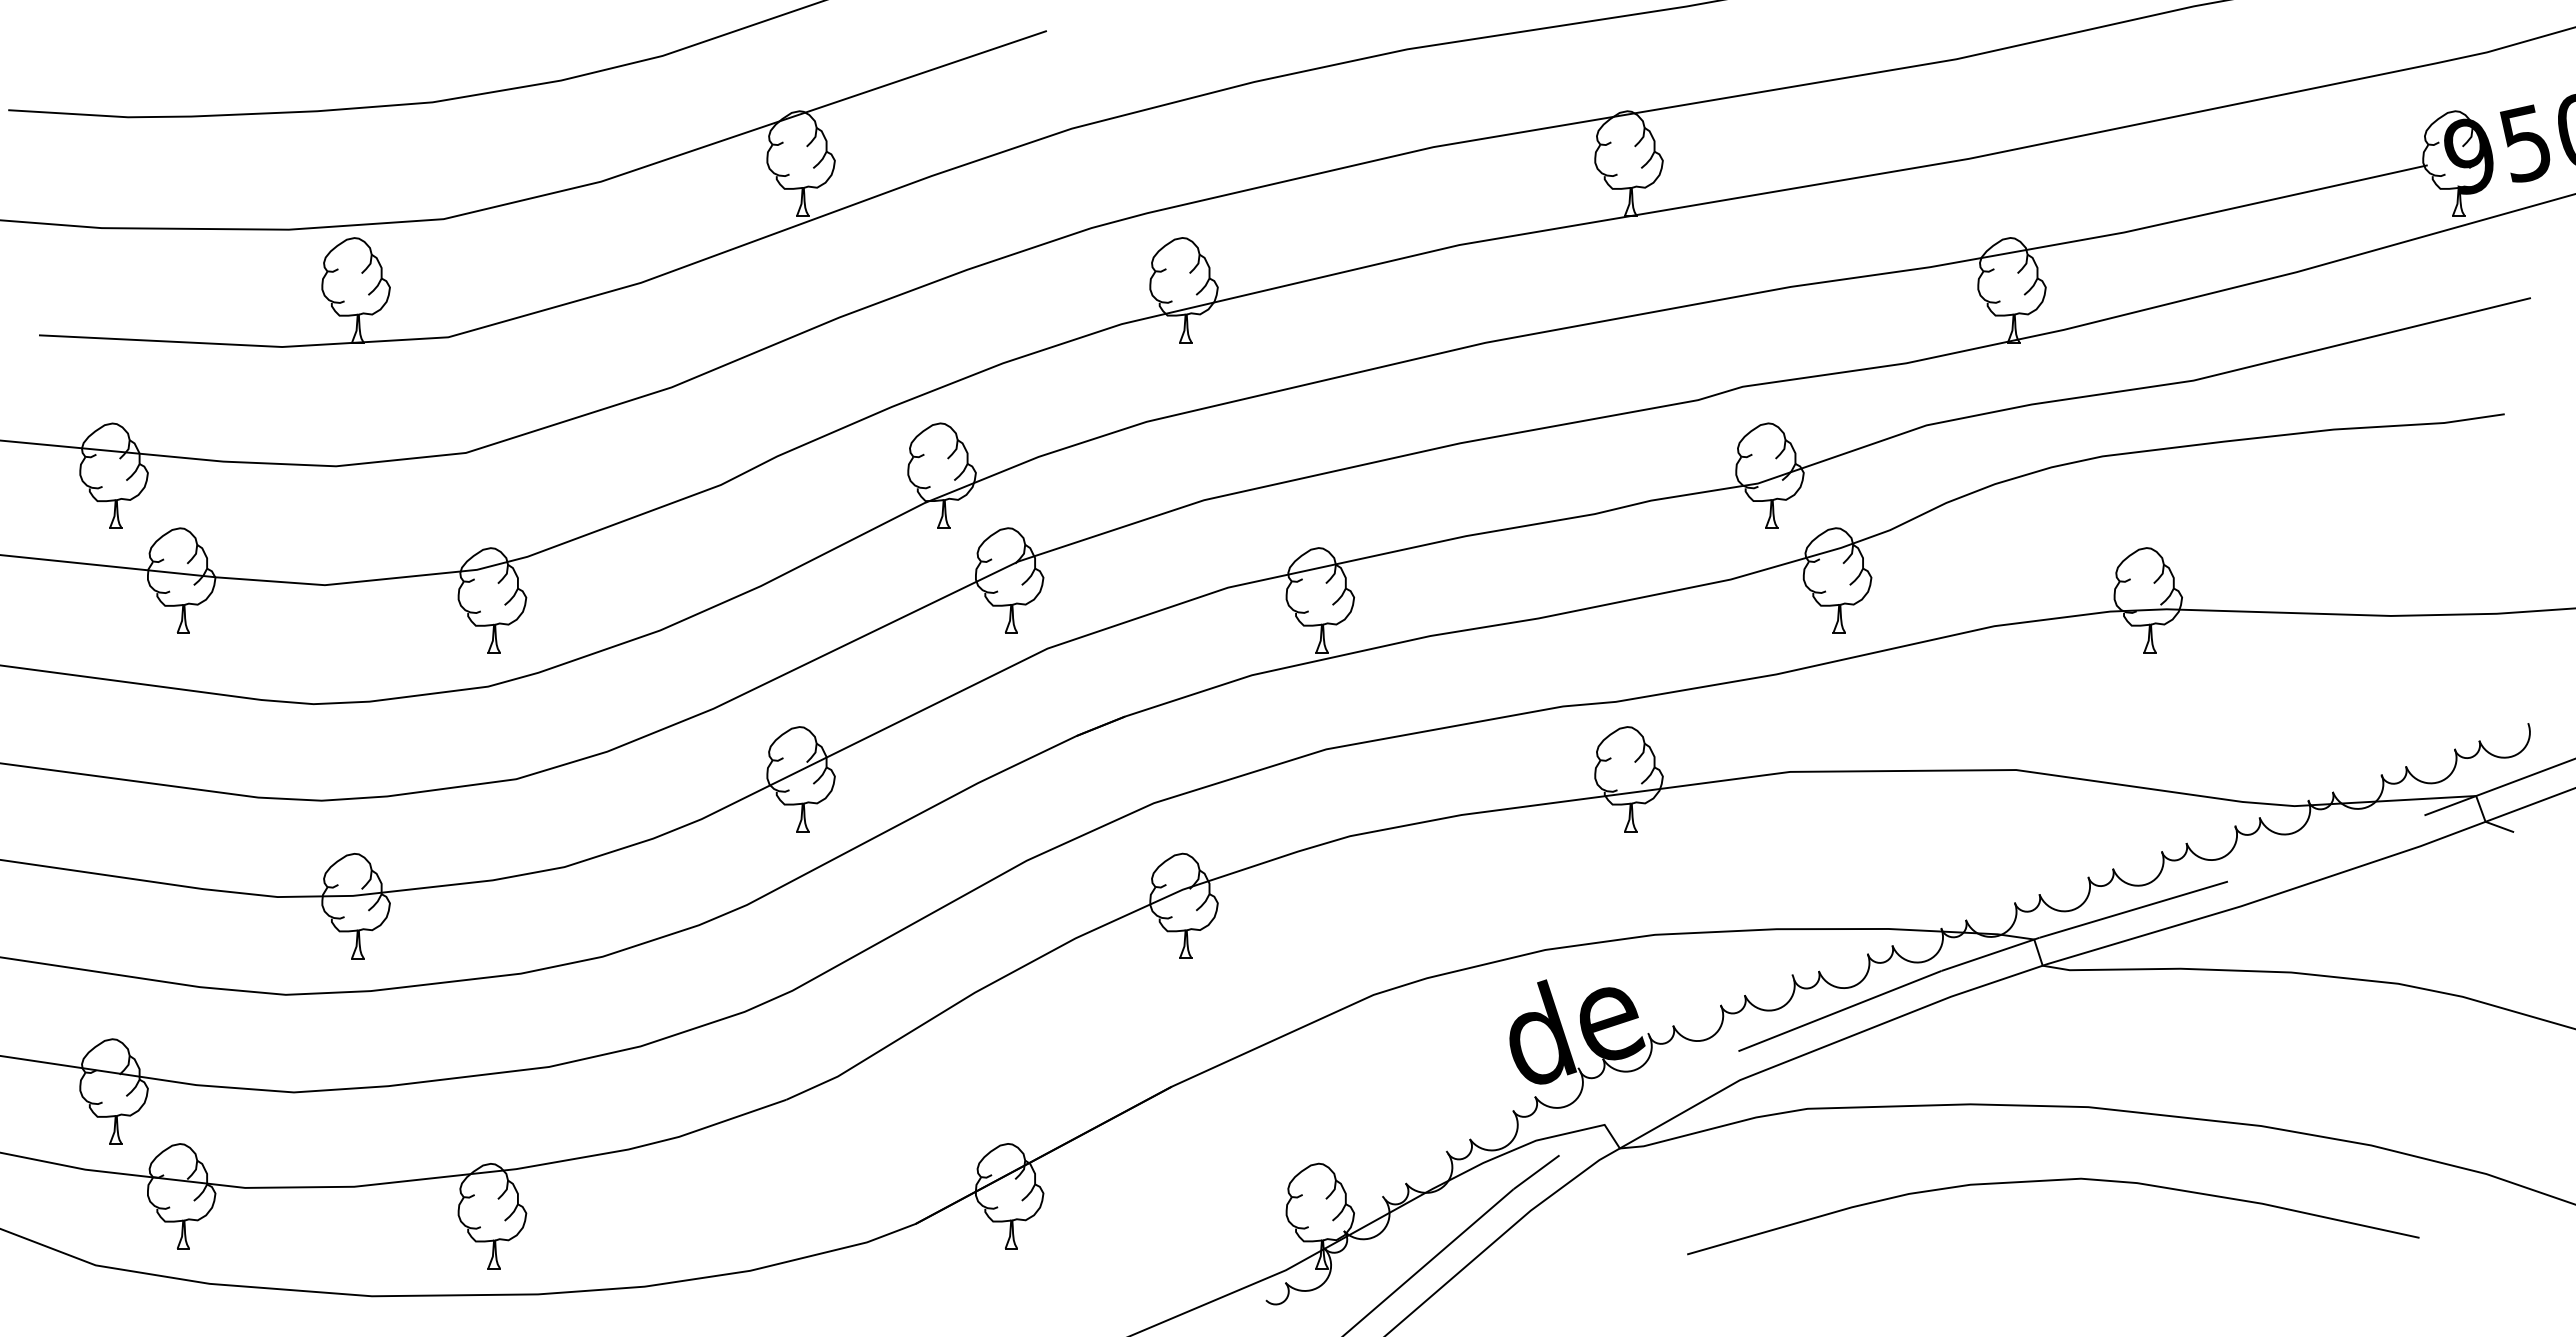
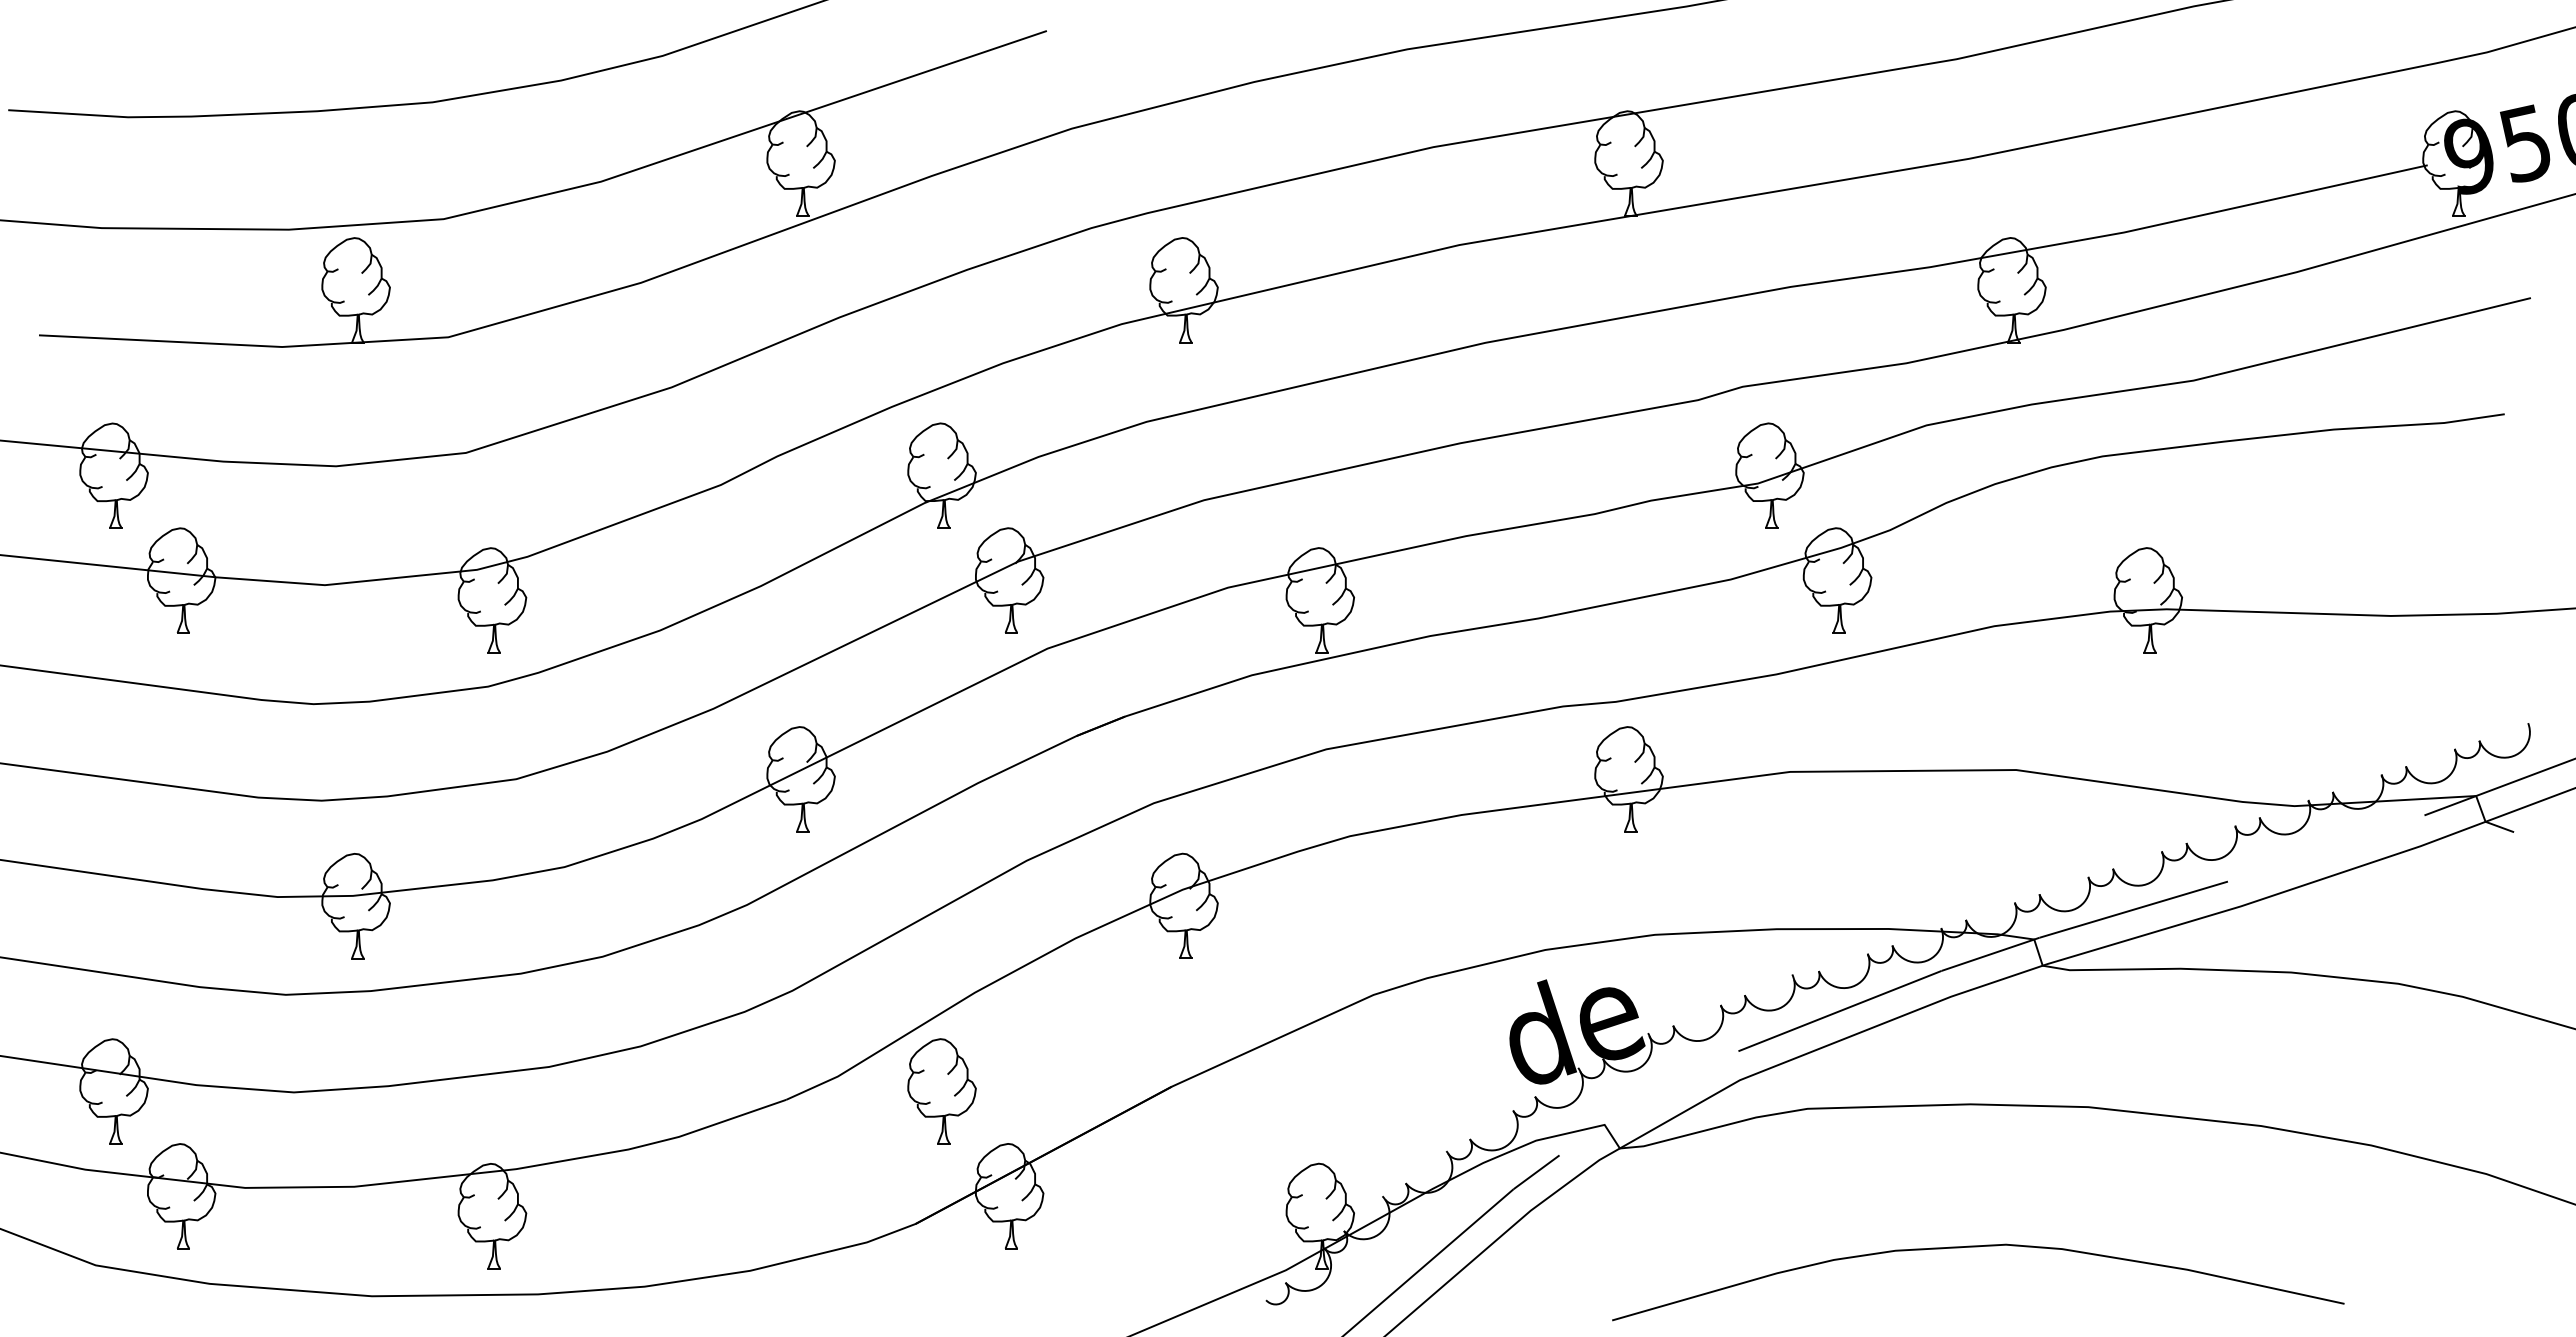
part at (941, 1091): none -> present
curve at (2053, 1181) position: (2053, 1181) -> (1978, 1247)
